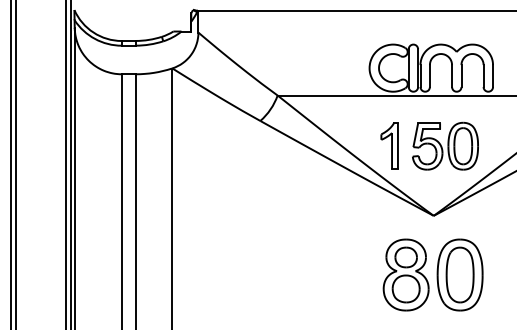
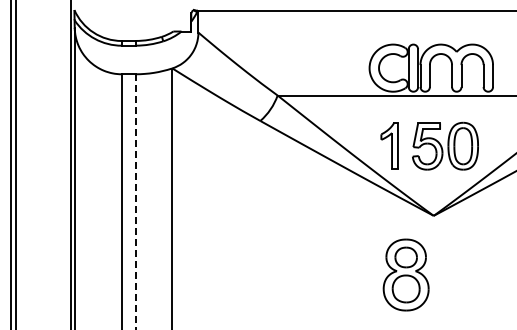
line at (66, 164): present -> none
line at (135, 202): solid -> dashed
part at (459, 274): present -> none
